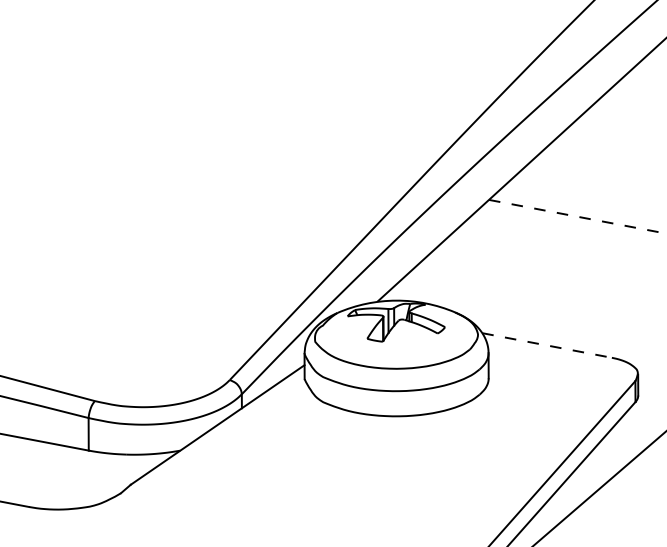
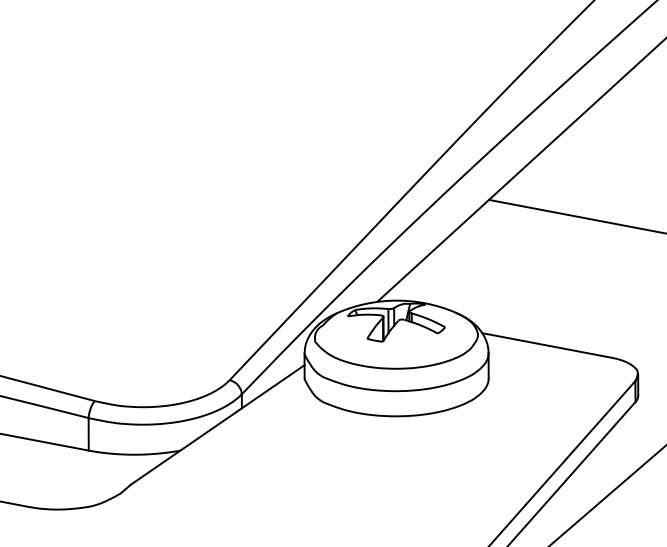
line at (578, 216): dashed -> solid
line at (547, 345): dashed -> solid
line at (599, 488) position: (599, 488) -> (607, 495)
